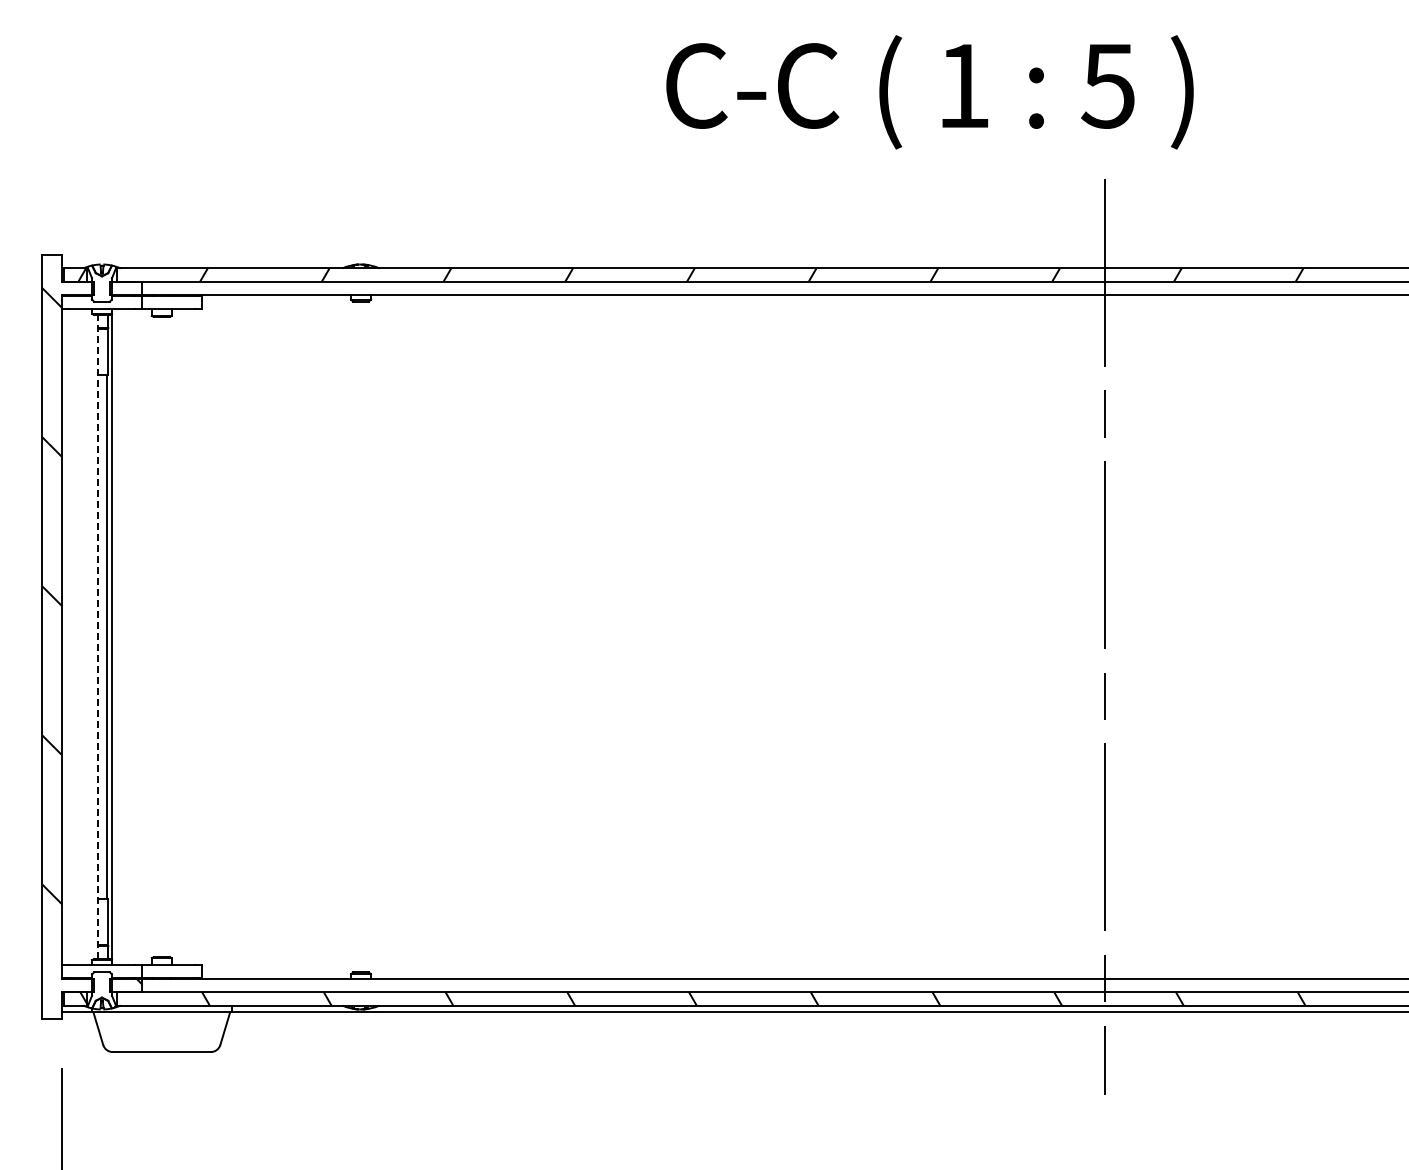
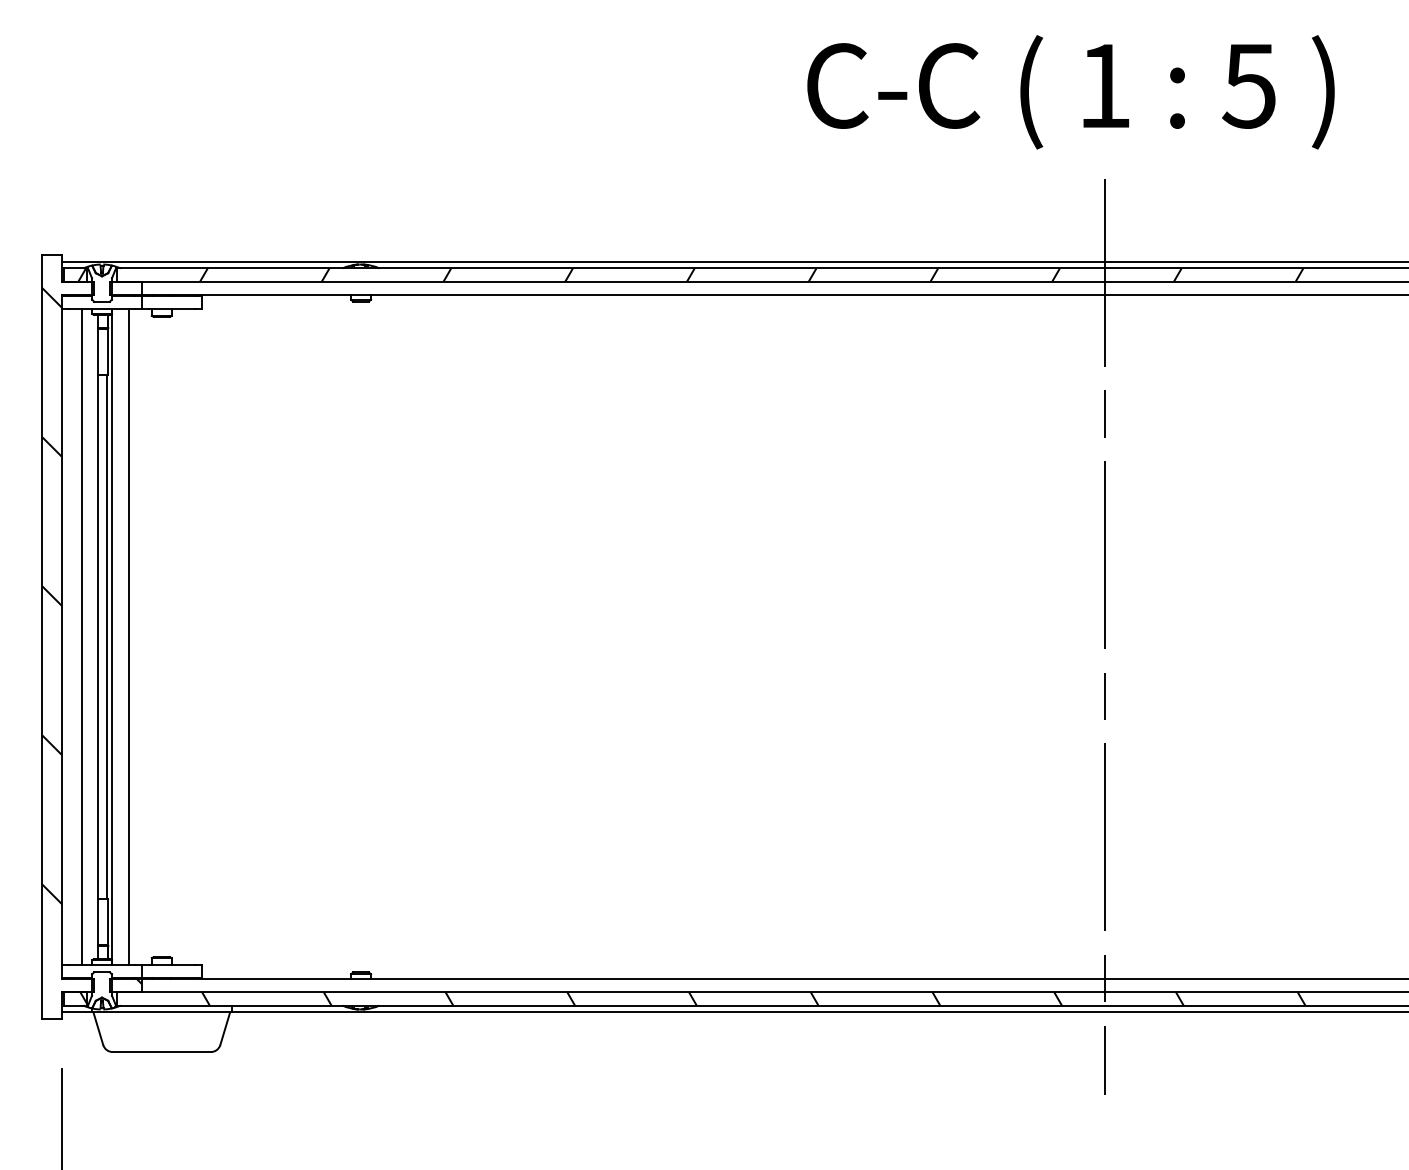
text at (929, 92) position: (929, 92) -> (1070, 92)
line at (733, 261): none -> present
line at (82, 636): none -> present
line at (98, 636): dashed -> solid
line at (128, 636): none -> present
